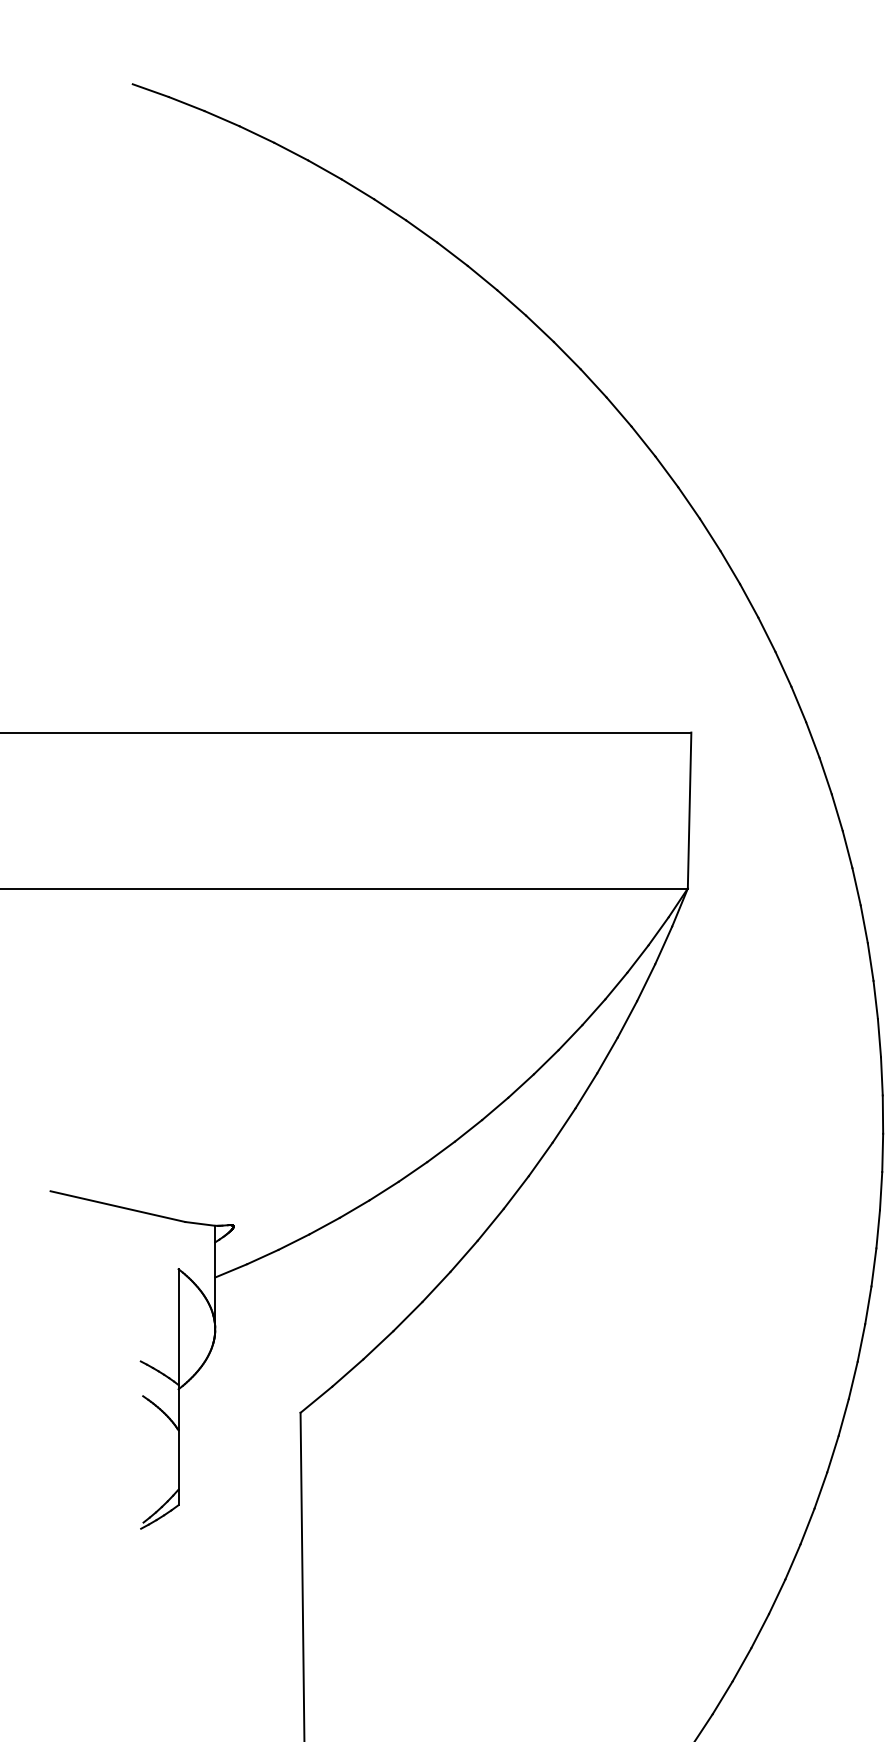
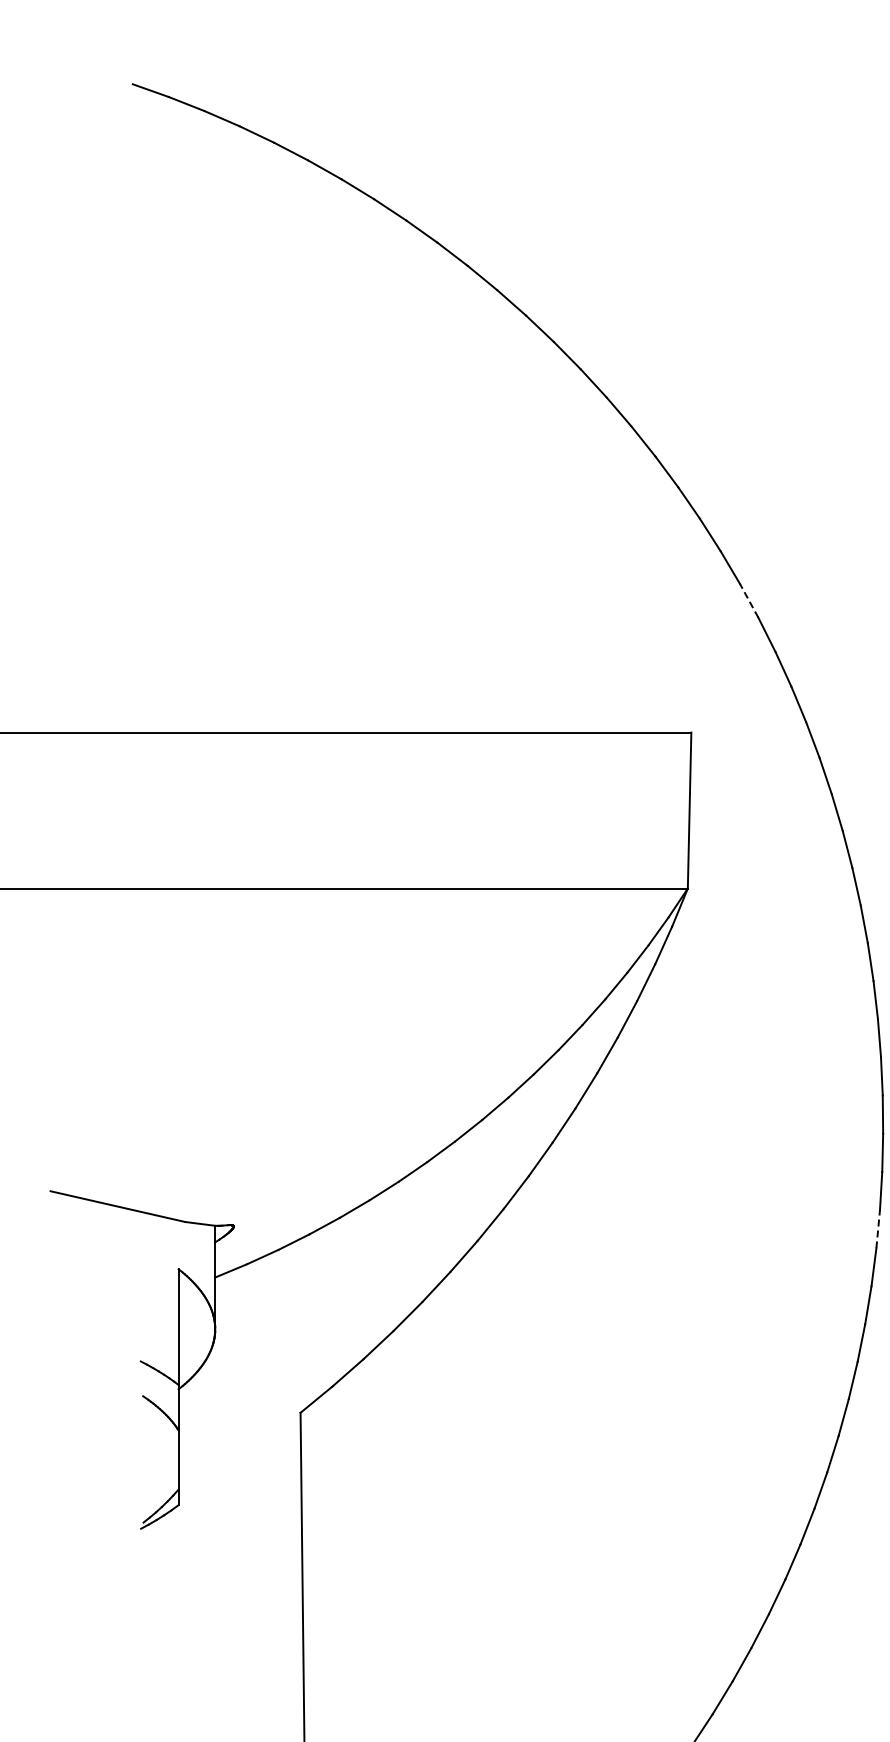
line at (748, 600): solid -> dashed
line at (878, 1228): solid -> dashed
